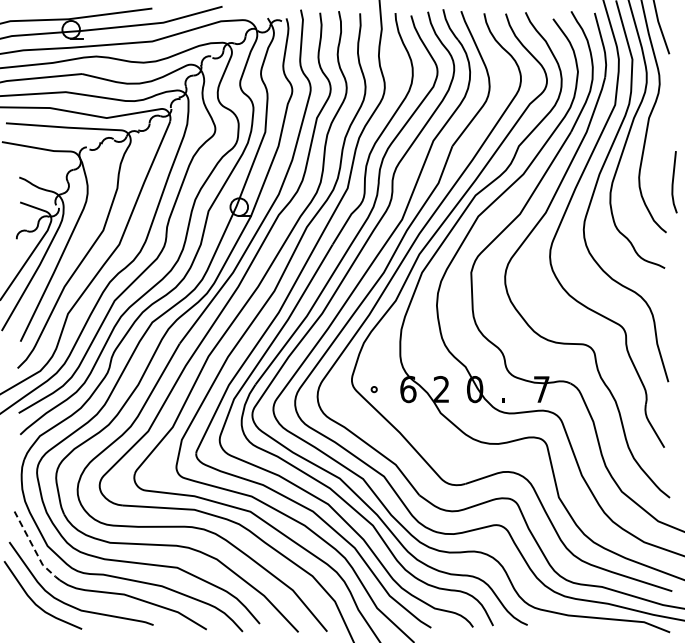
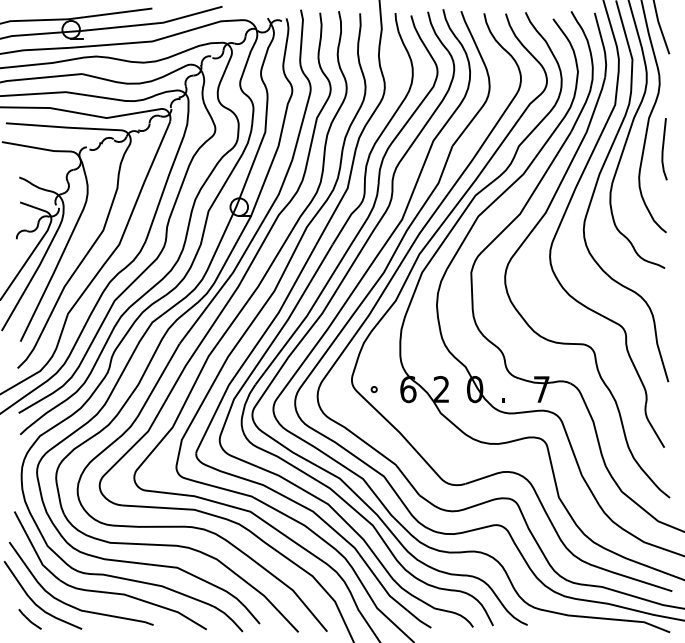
line at (673, 182) position: (673, 182) -> (663, 149)
line at (34, 549): dashed -> solid
line at (29, 619): none -> present
